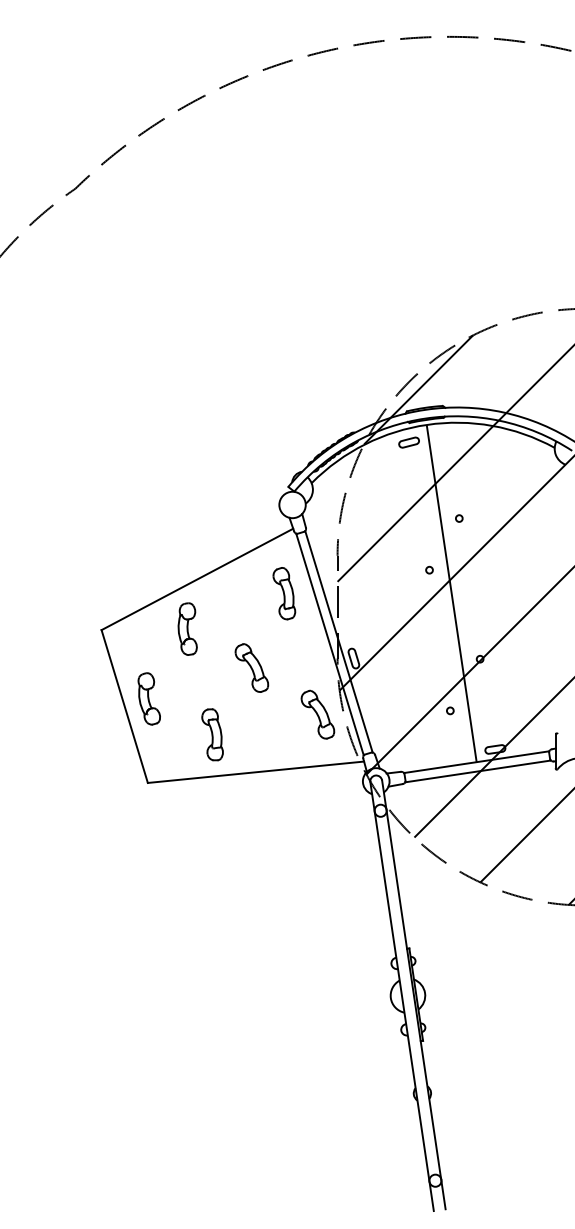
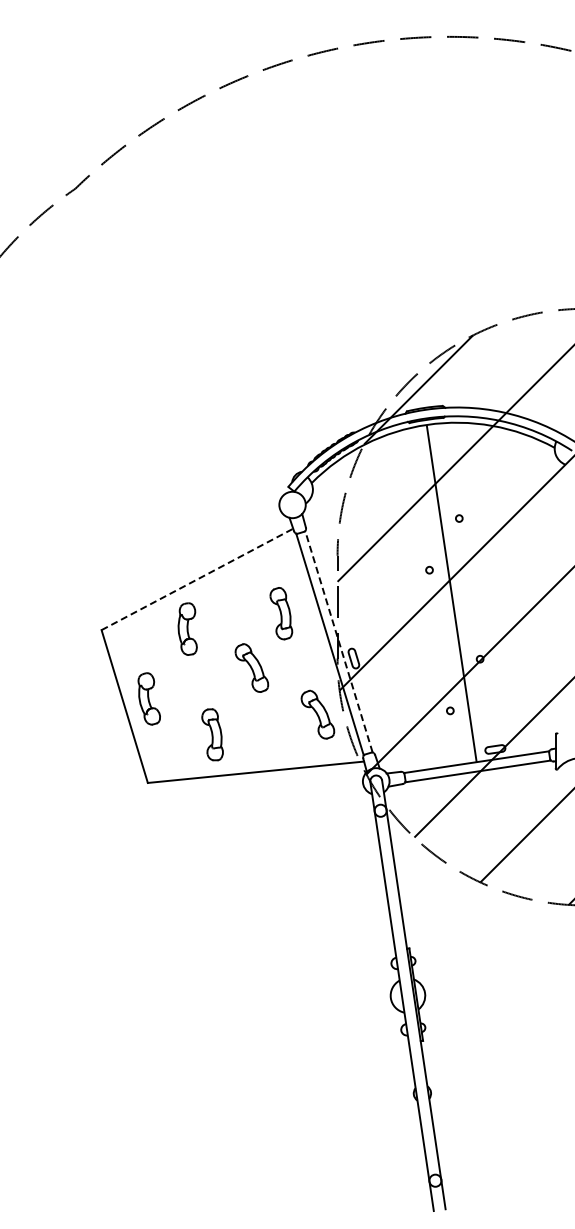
part at (408, 442): present -> none
line at (197, 579): solid -> dashed
part at (284, 593) position: (284, 593) -> (281, 613)
line at (338, 641): solid -> dashed
